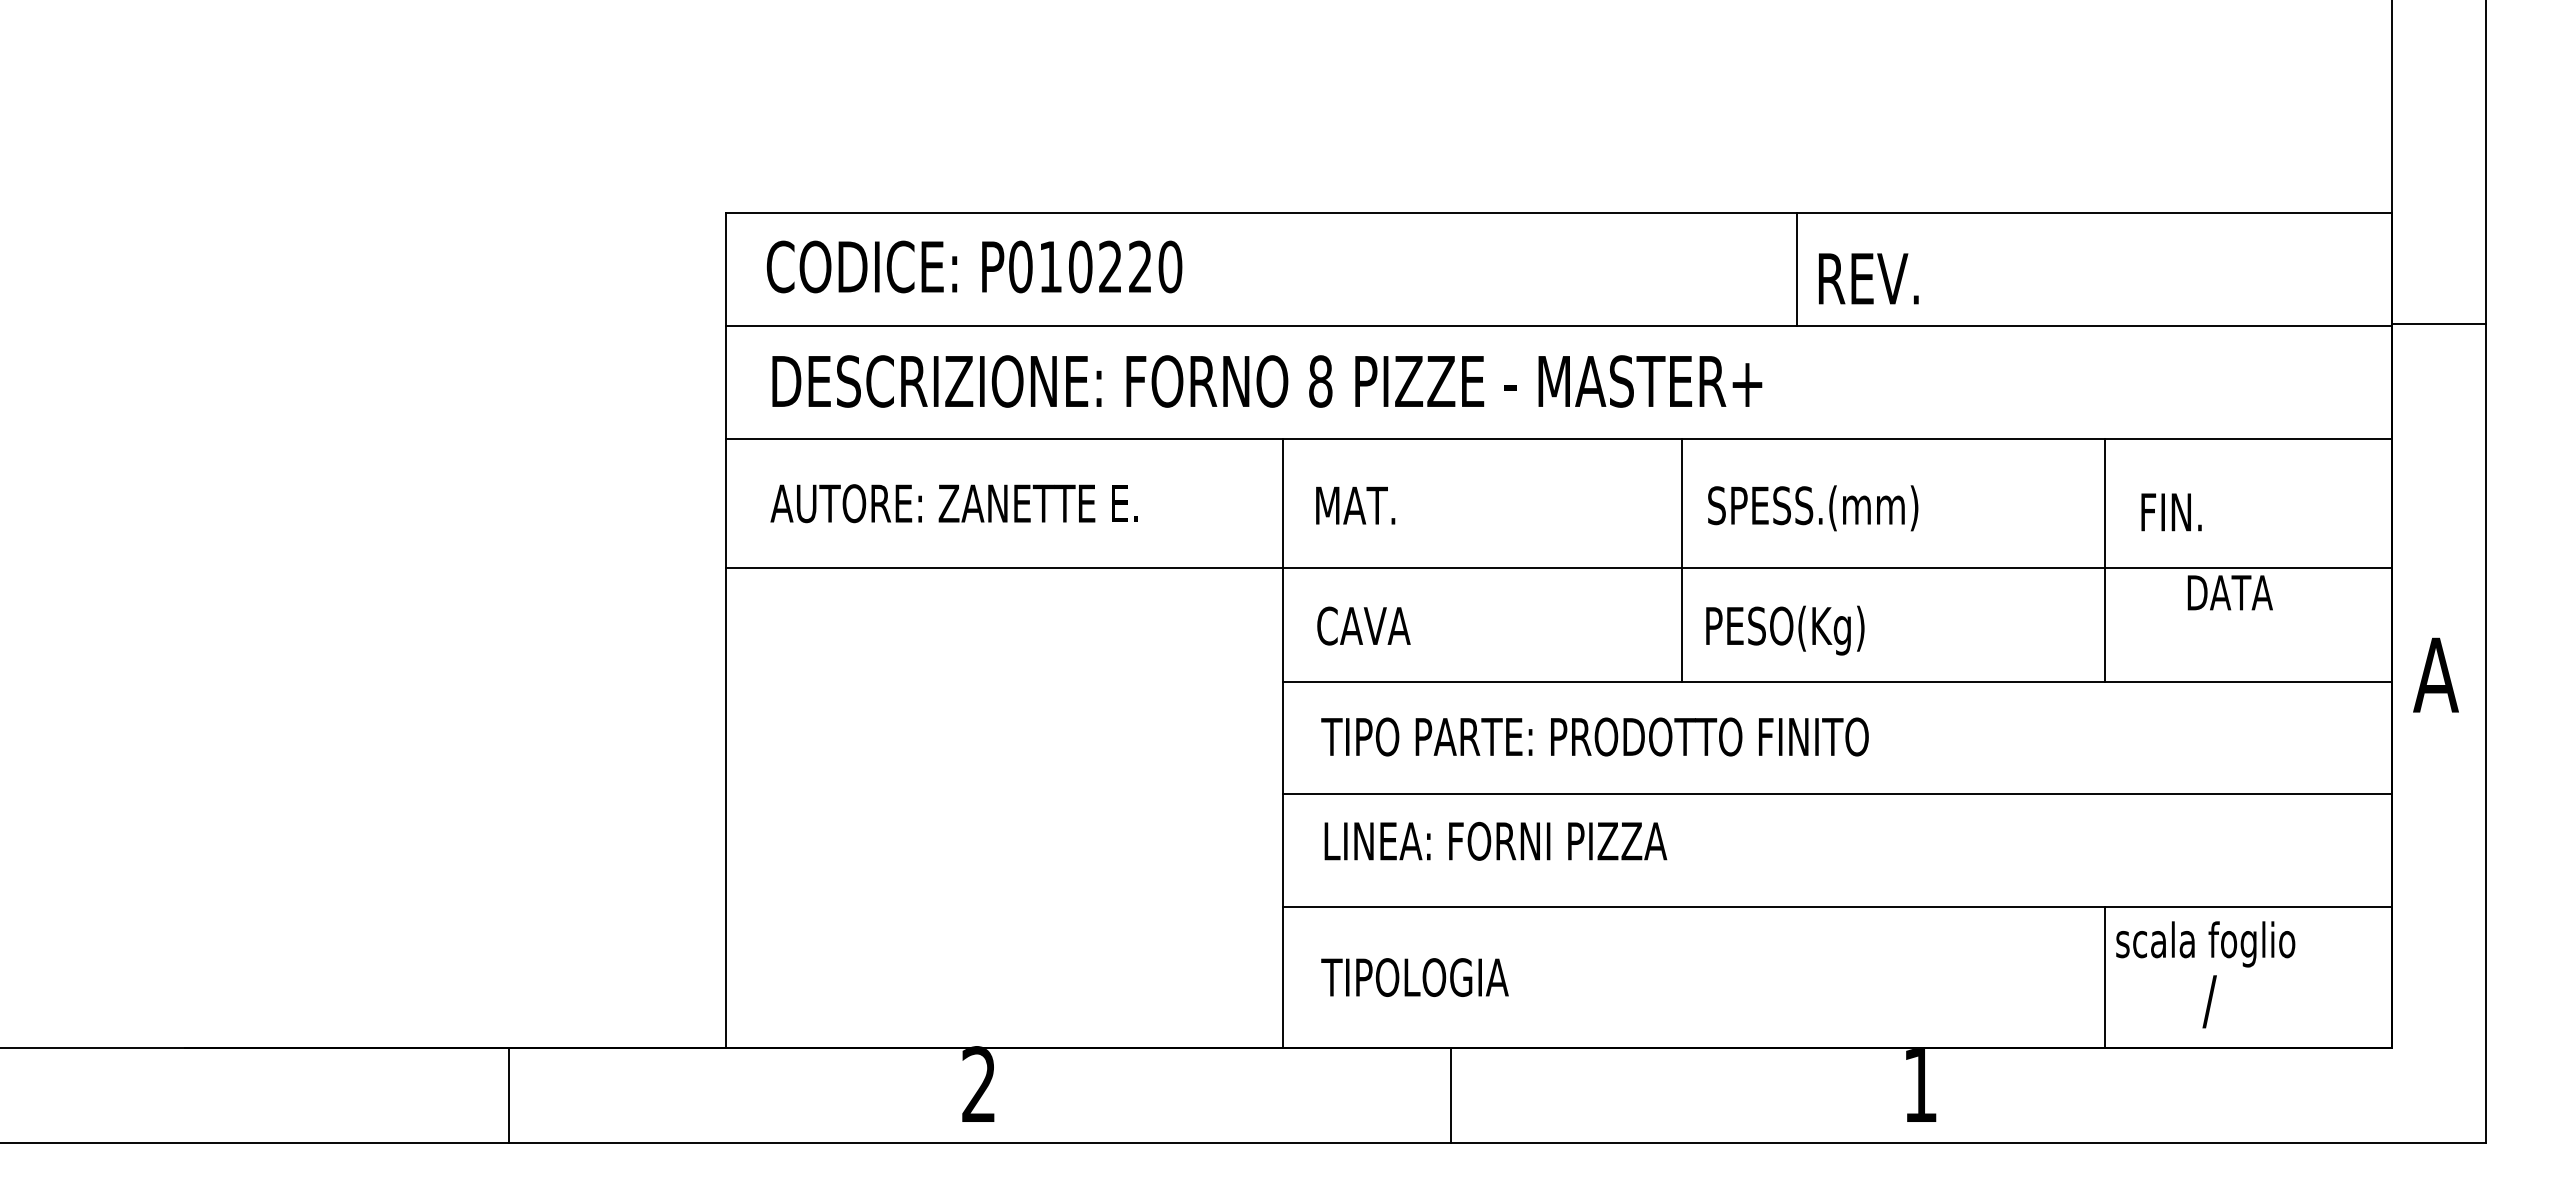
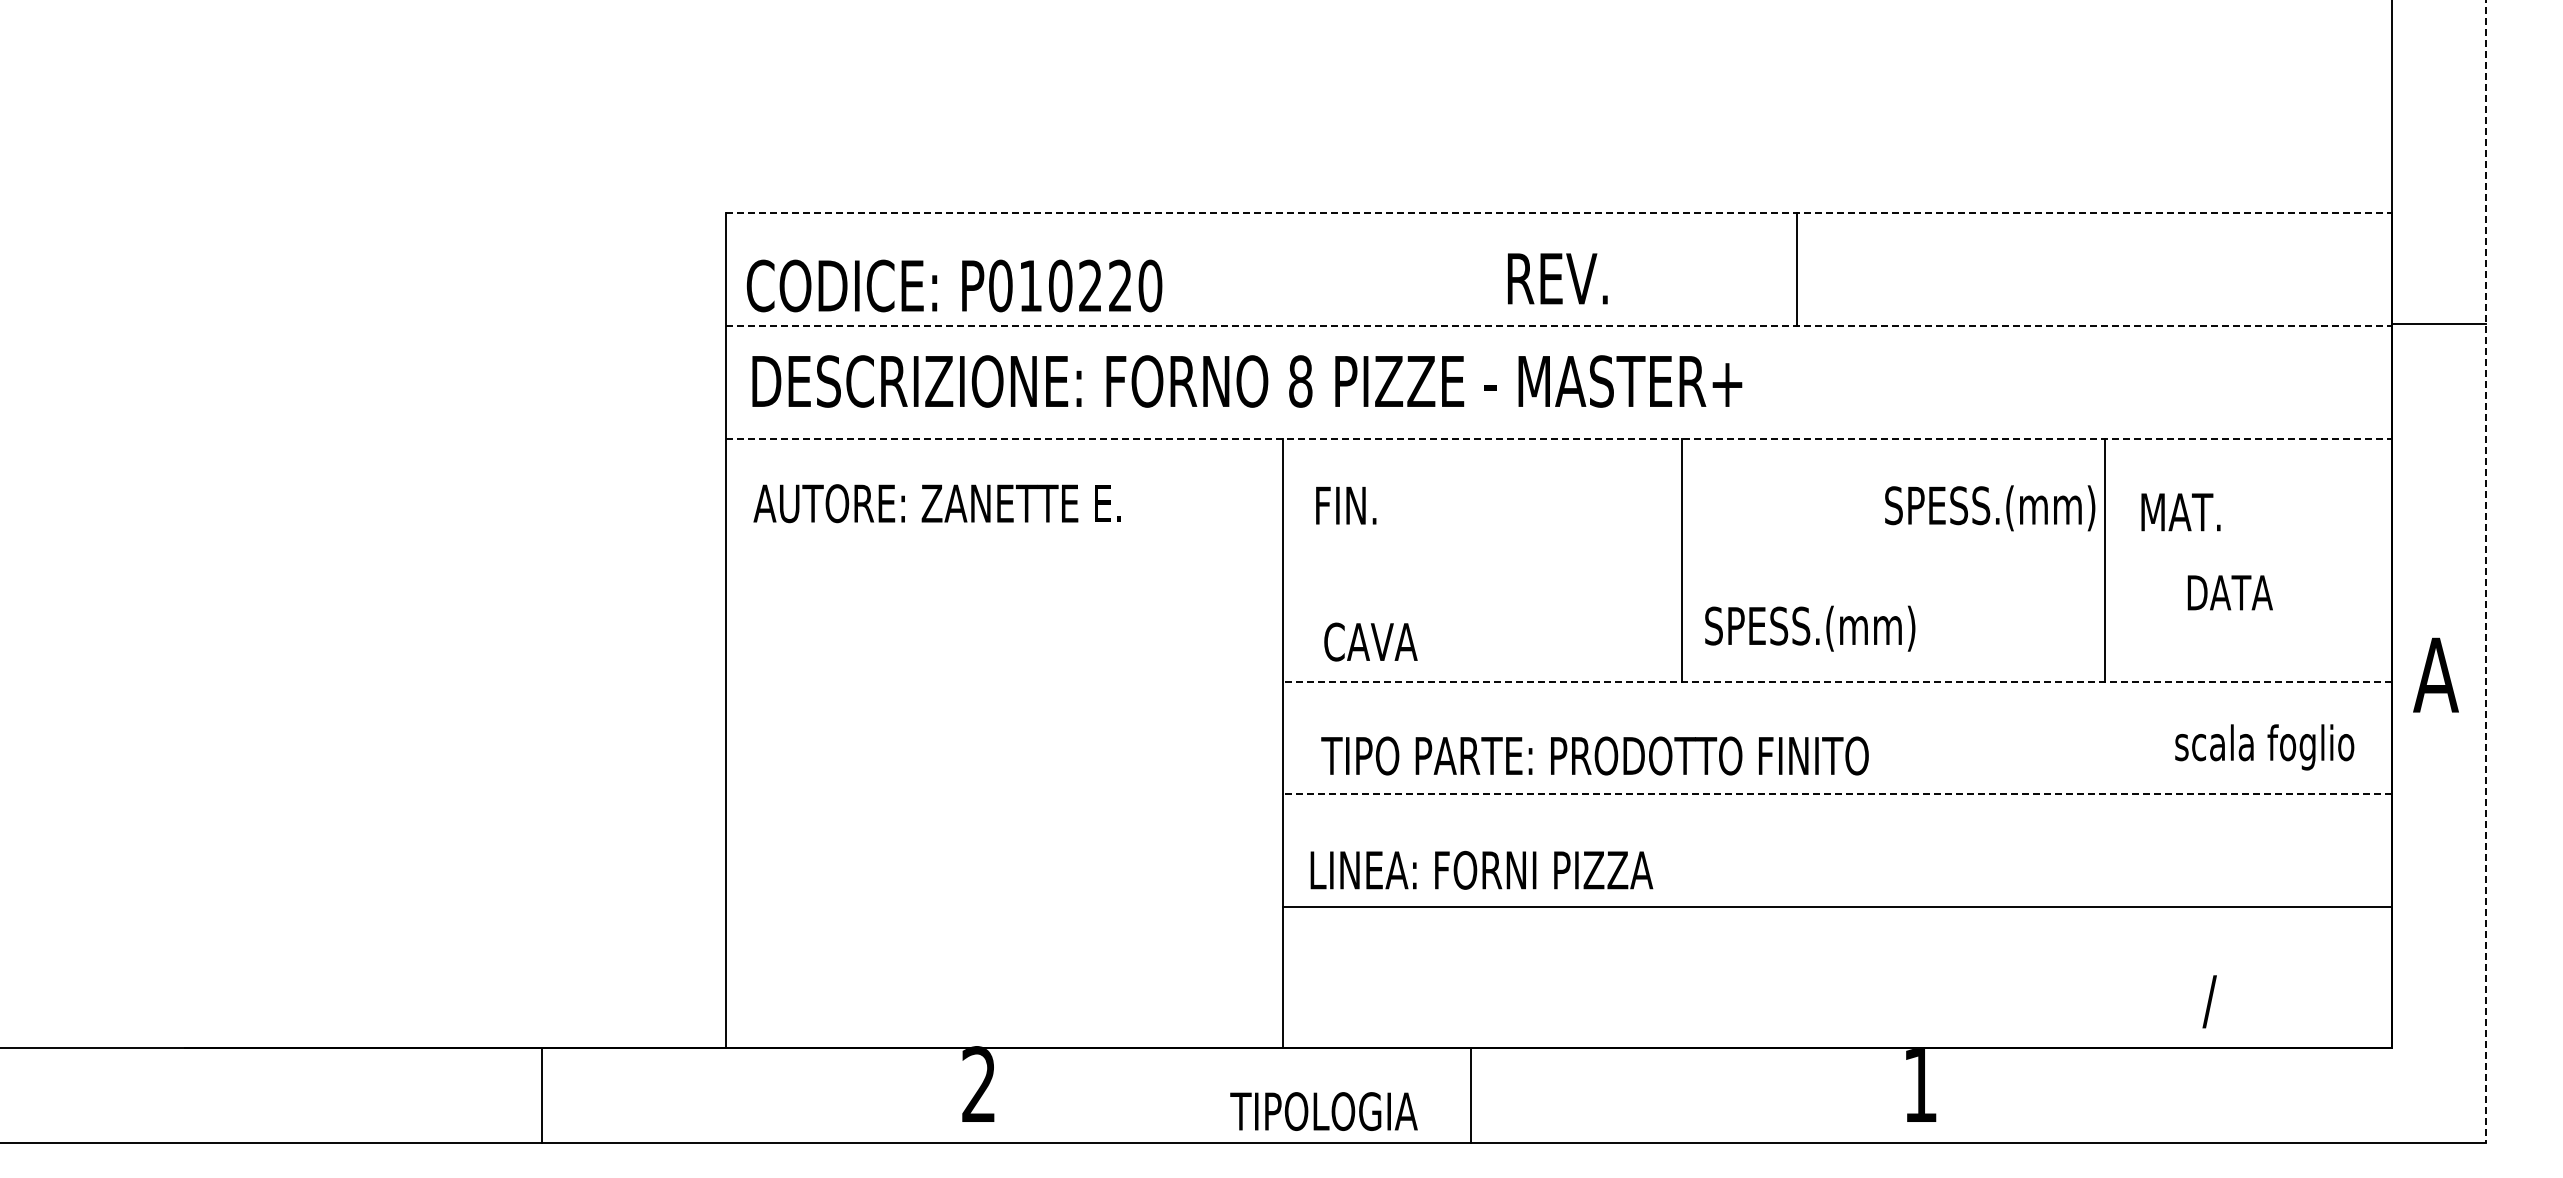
line at (1559, 213): solid -> dashed
text at (974, 266) position: (974, 266) -> (954, 285)
text at (1868, 278) position: (1868, 278) -> (1557, 278)
line at (1559, 326): solid -> dashed
text at (1267, 381) position: (1267, 381) -> (1247, 381)
line at (1559, 439): solid -> dashed
text at (953, 503) position: (953, 503) -> (936, 503)
text at (1357, 505): MAT. -> FIN.
text at (1813, 508) position: (1813, 508) -> (1990, 508)
text at (2182, 512): FIN. -> MAT.
line at (1558, 568): present -> none
line at (2486, 571): solid -> dashed
text at (1363, 625) position: (1363, 625) -> (1370, 641)
text at (1810, 630): PESO(Kg) -> SPESS.(mm)
line at (1837, 681): solid -> dashed
text at (1594, 736) position: (1594, 736) -> (1594, 755)
line at (1837, 794): solid -> dashed
text at (1495, 840) position: (1495, 840) -> (1481, 869)
text at (2205, 944) position: (2205, 944) -> (2264, 747)
text at (1414, 977) position: (1414, 977) -> (1323, 1111)
line at (2105, 977): present -> none
line at (509, 1095) position: (509, 1095) -> (542, 1095)
line at (1450, 1095) position: (1450, 1095) -> (1470, 1095)
